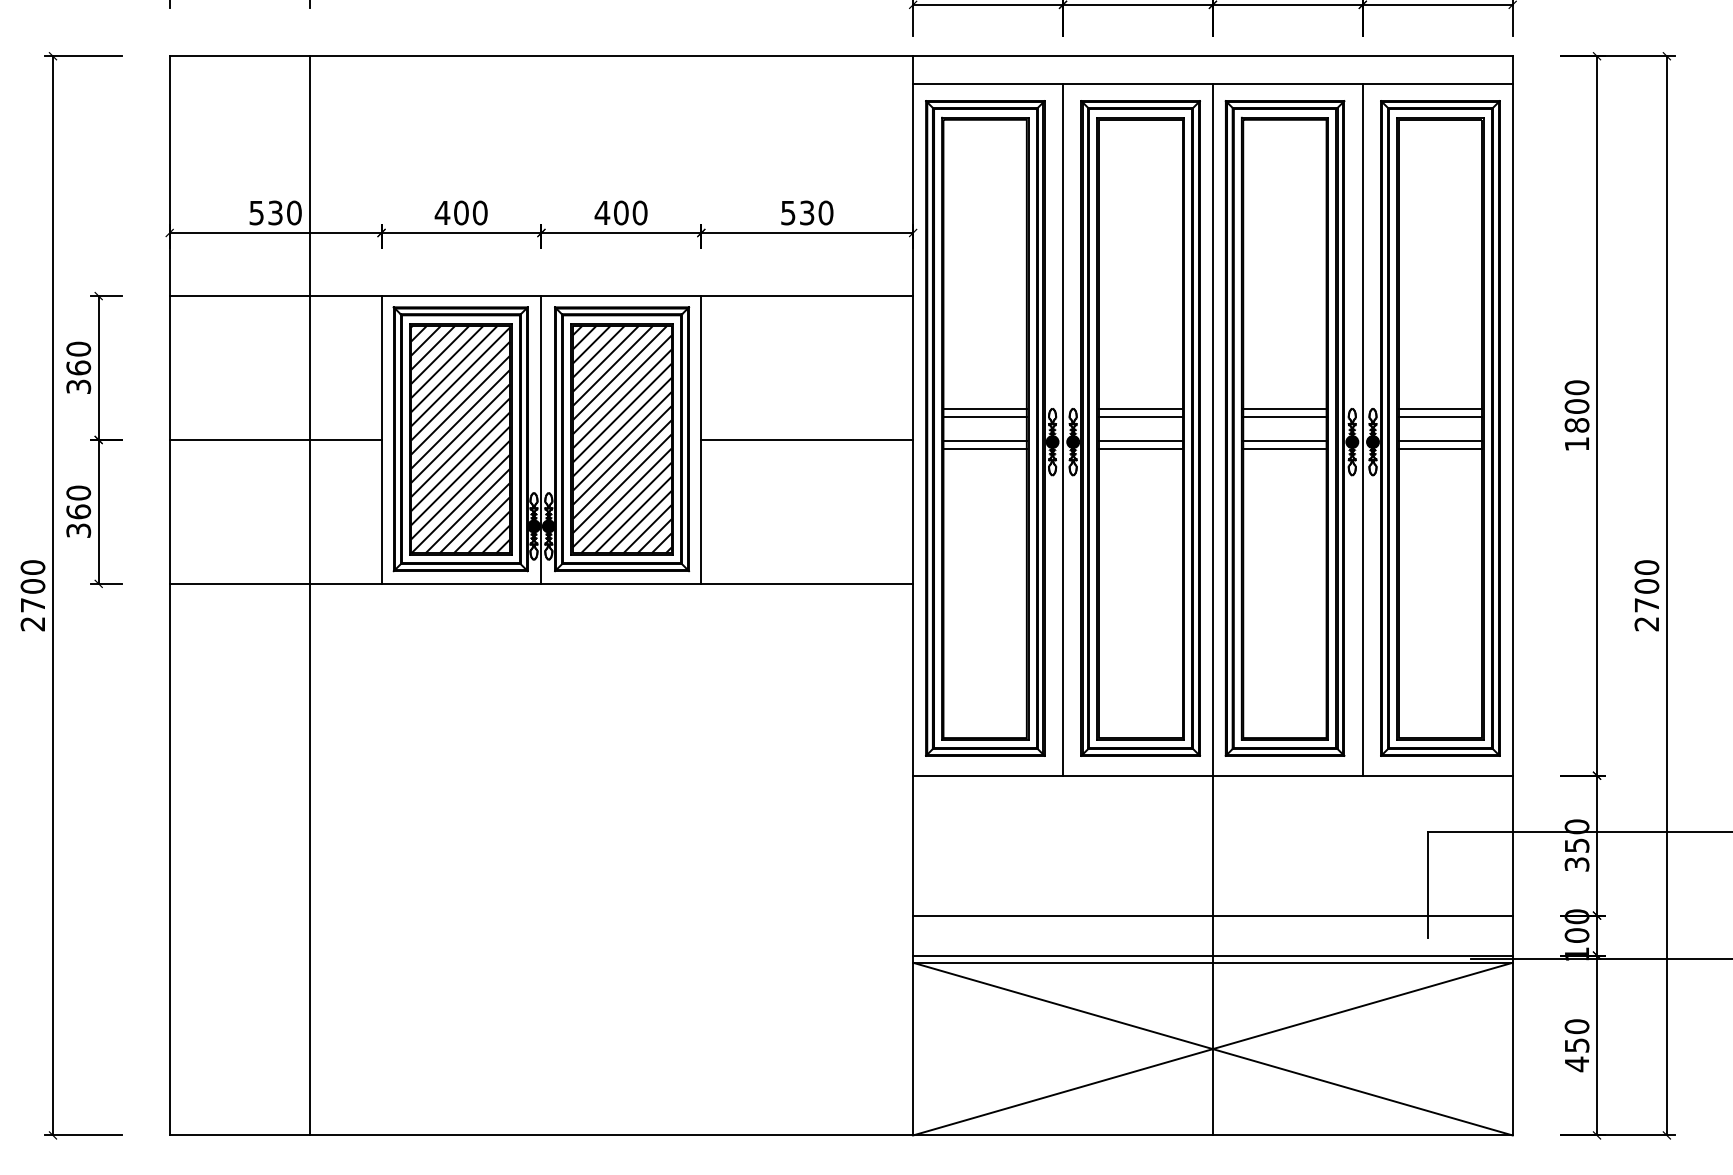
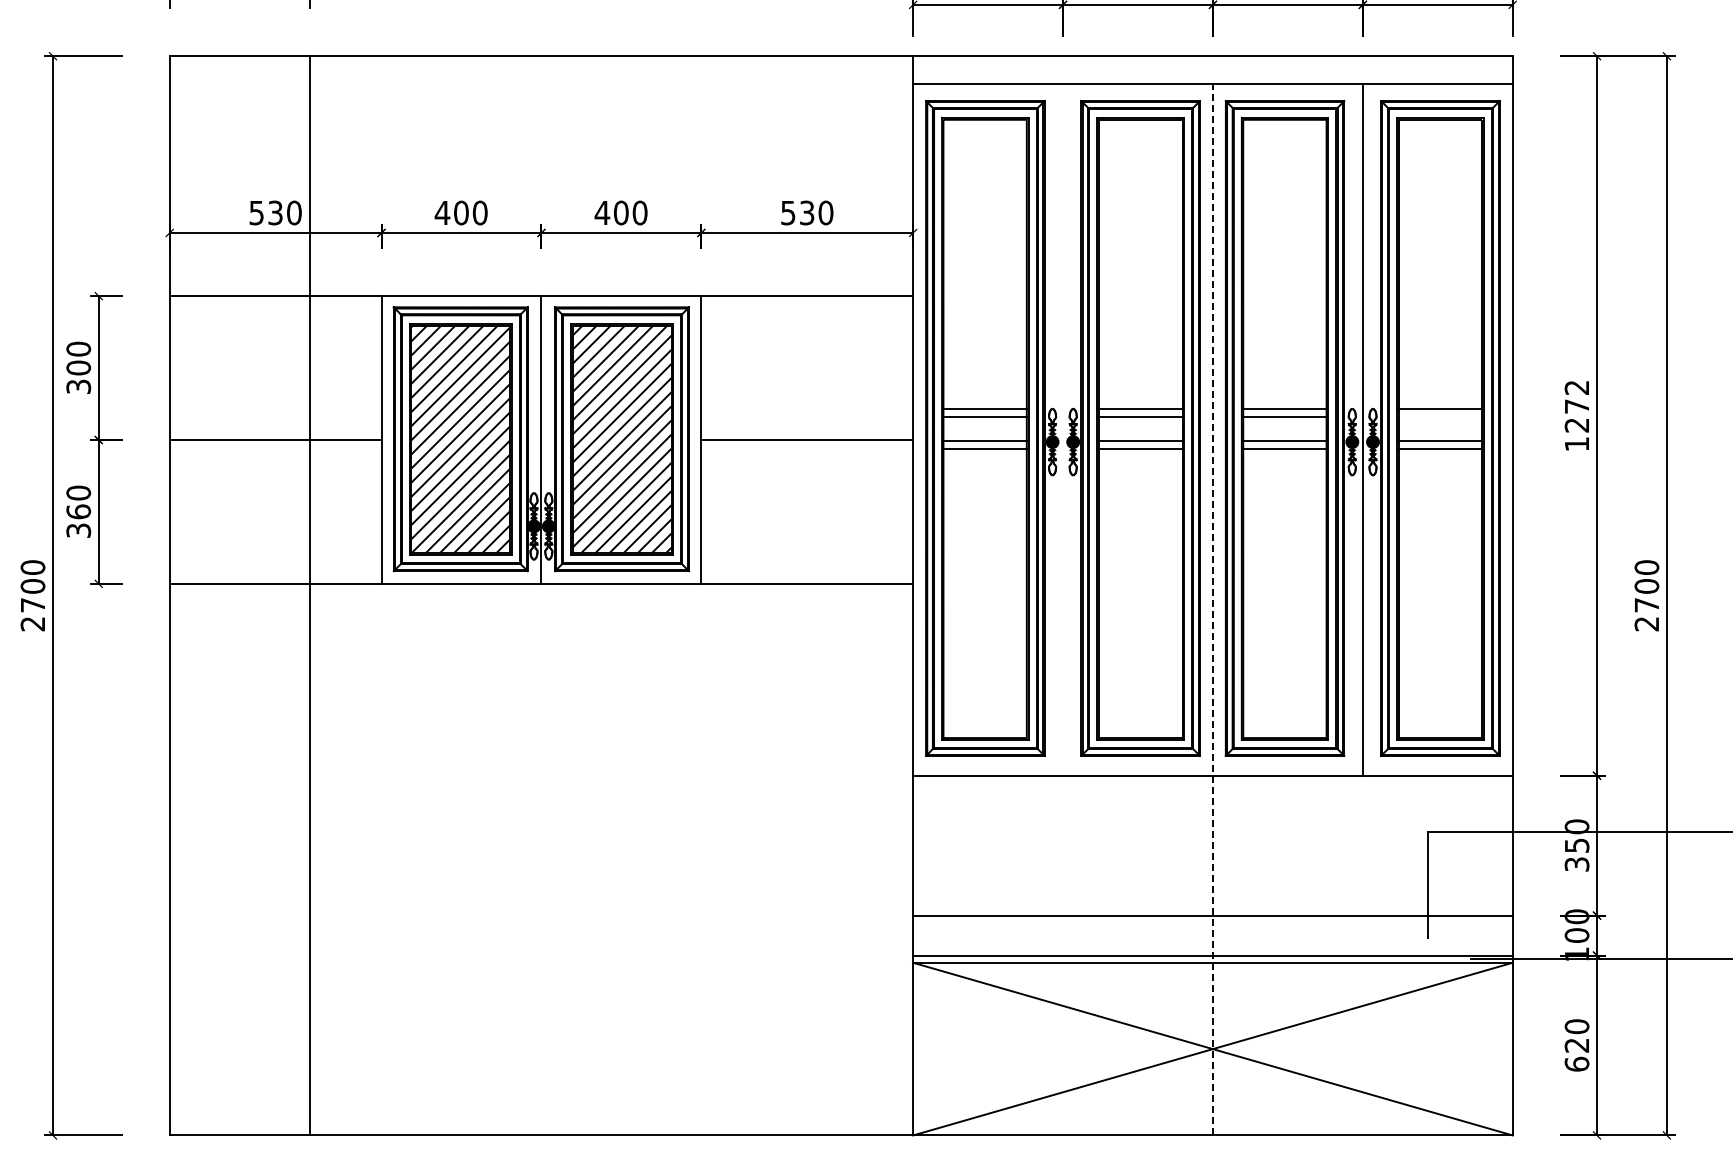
text at (78, 367): 360 -> 300
text at (1576, 406): 1800 -> 1272
line at (1440, 416): present -> none
line at (1063, 429): present -> none
line at (1212, 609): solid -> dashed
text at (1576, 1055): 450 -> 620
